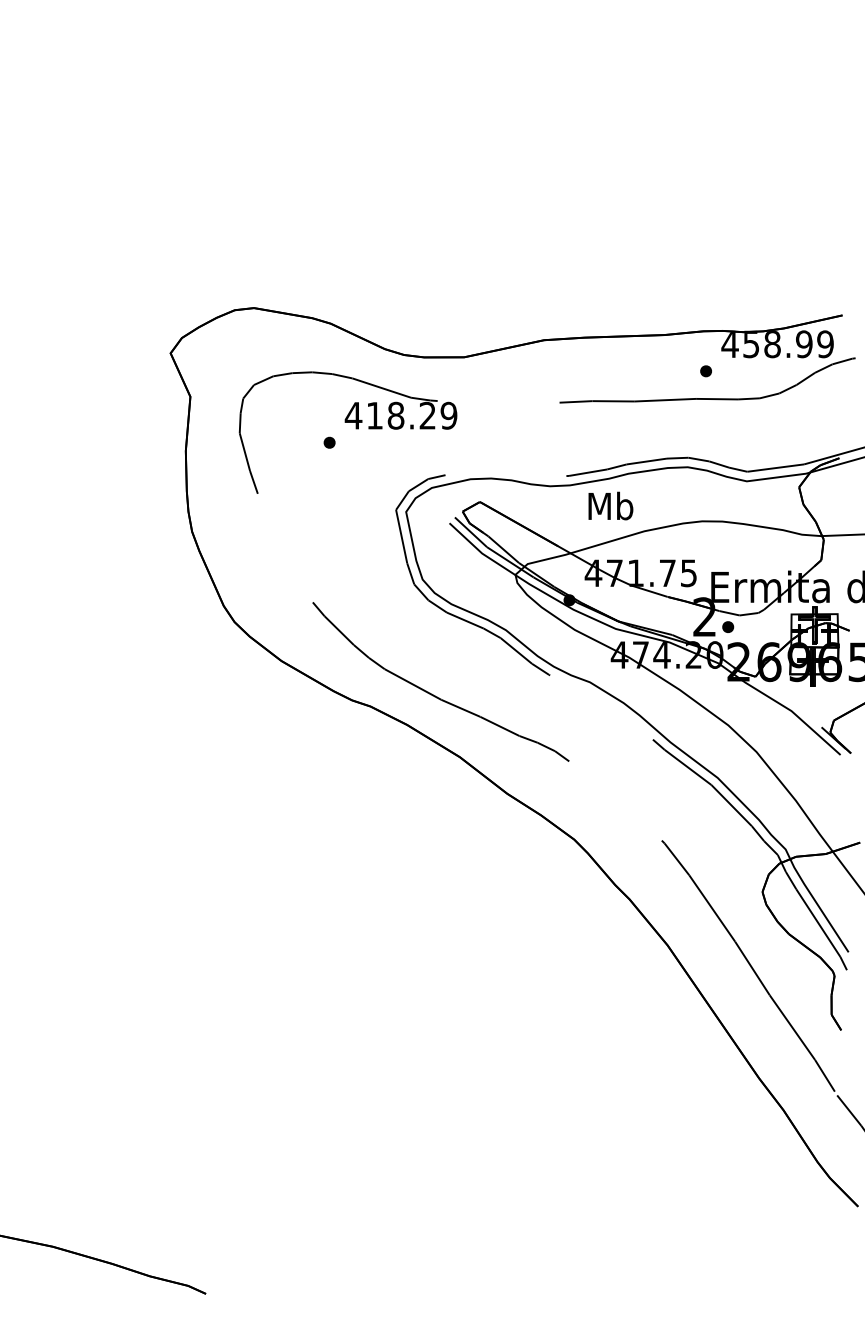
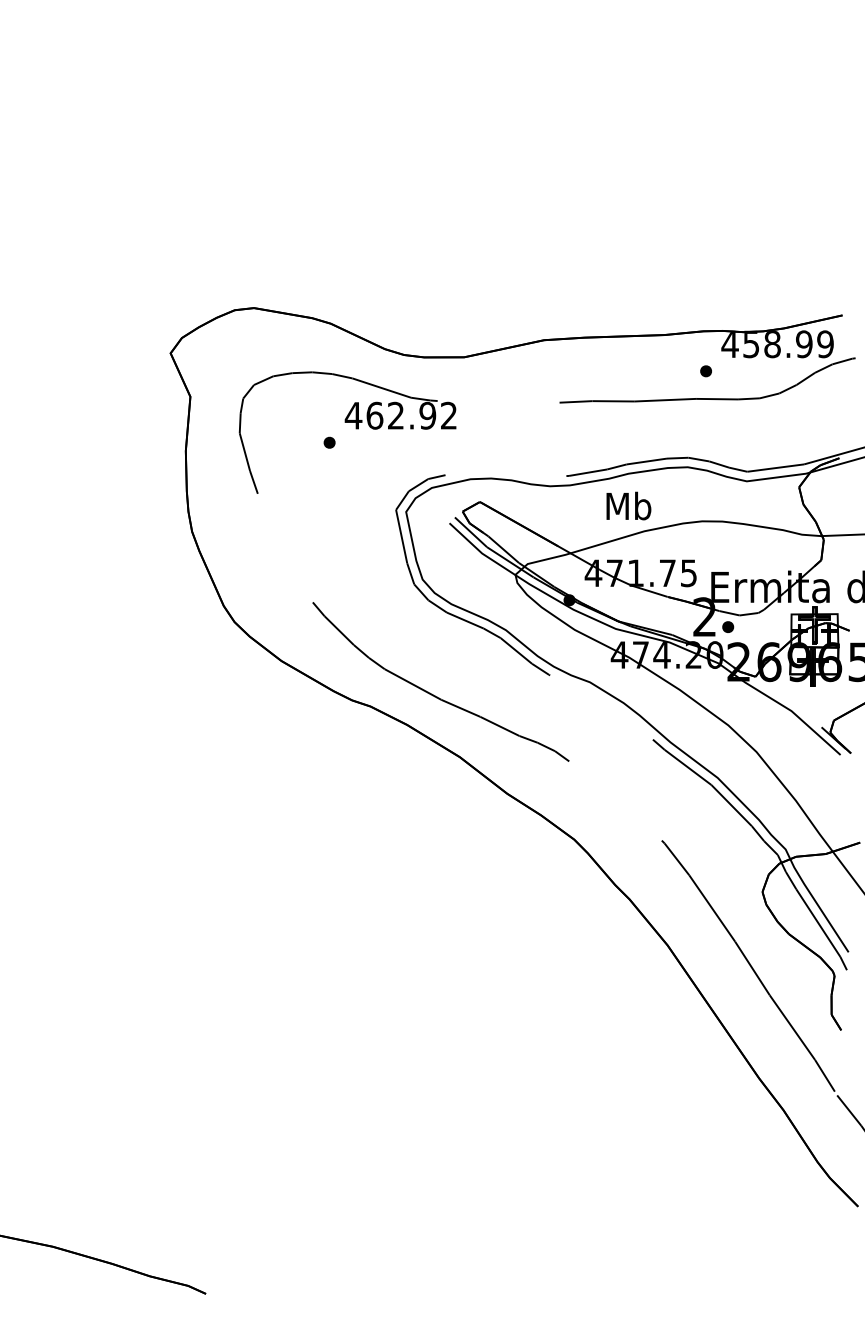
text at (411, 415): 418.29 -> 462.92
text at (610, 505) position: (610, 505) -> (628, 505)
